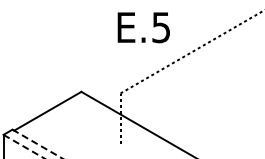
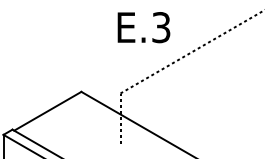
text at (161, 27): E.5 -> E.3
line at (37, 144): dashed -> solid
line at (24, 146): dashed -> solid
